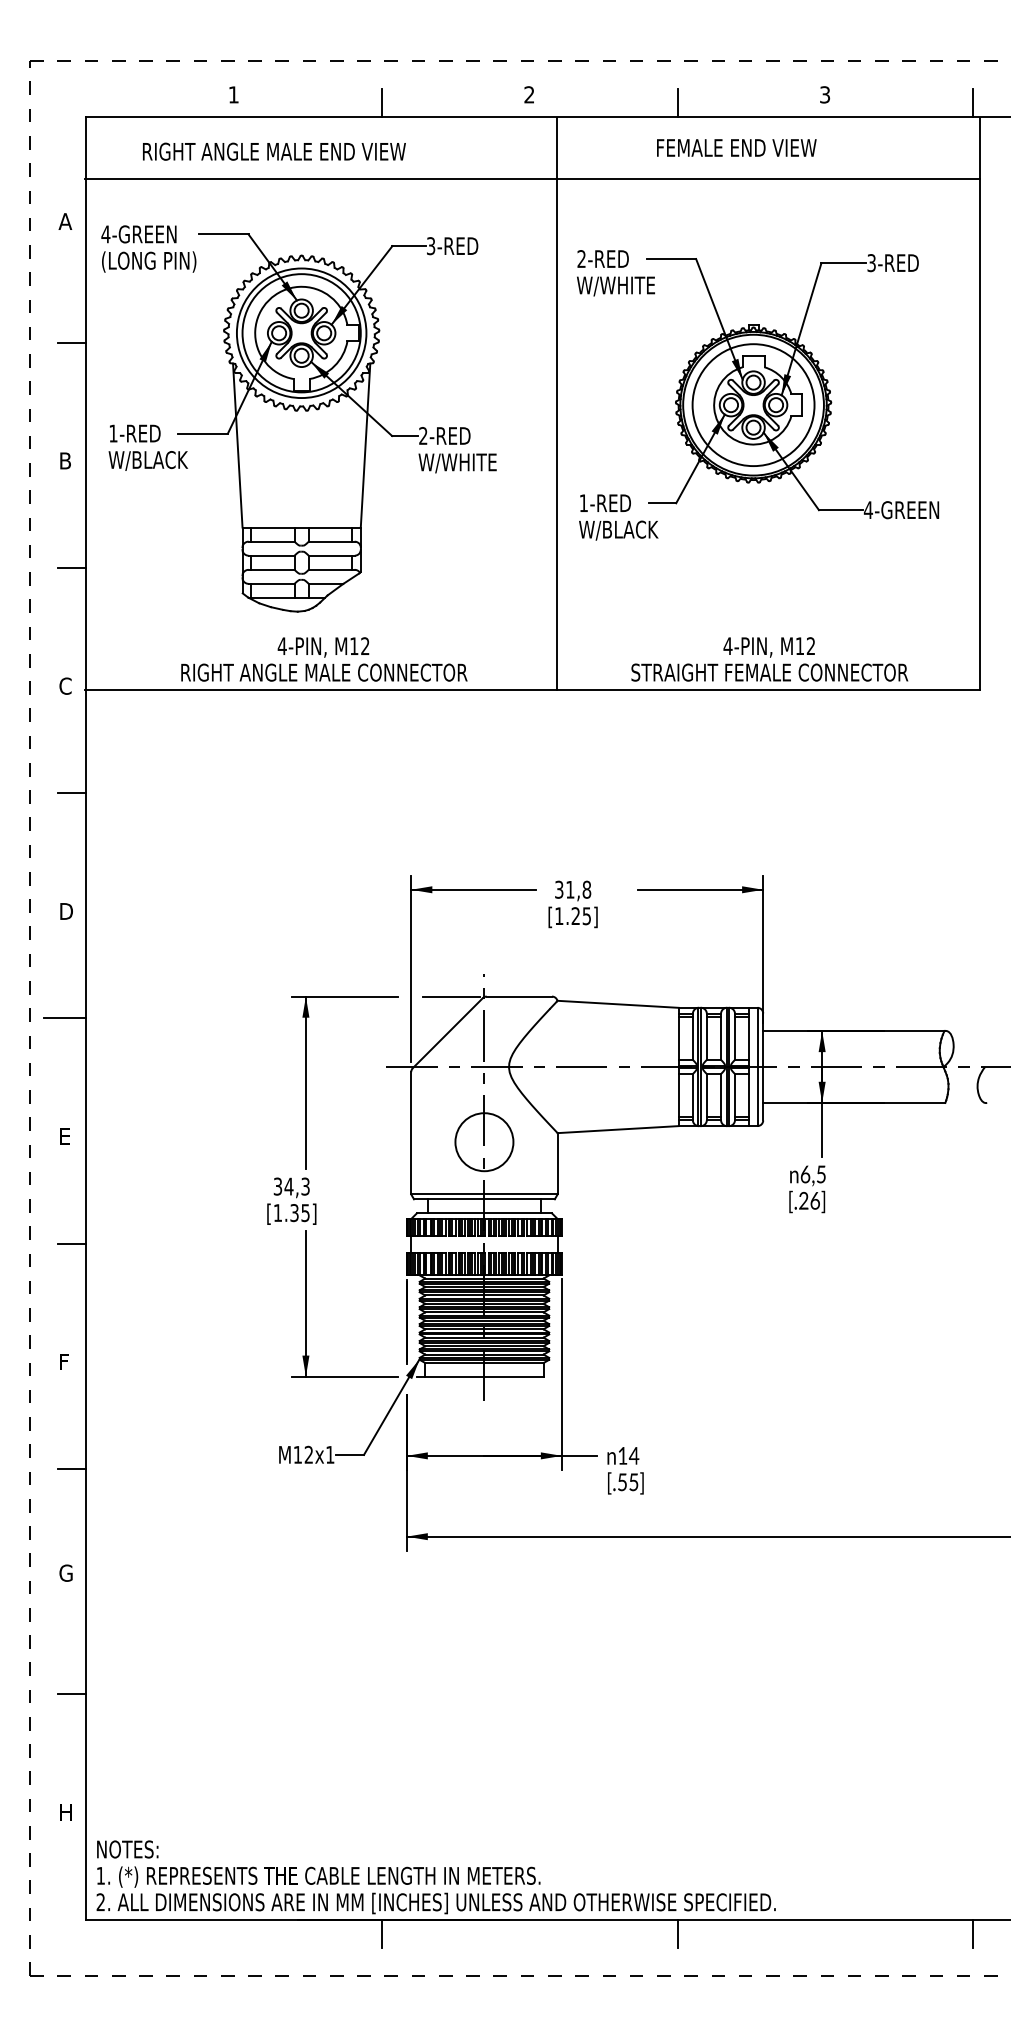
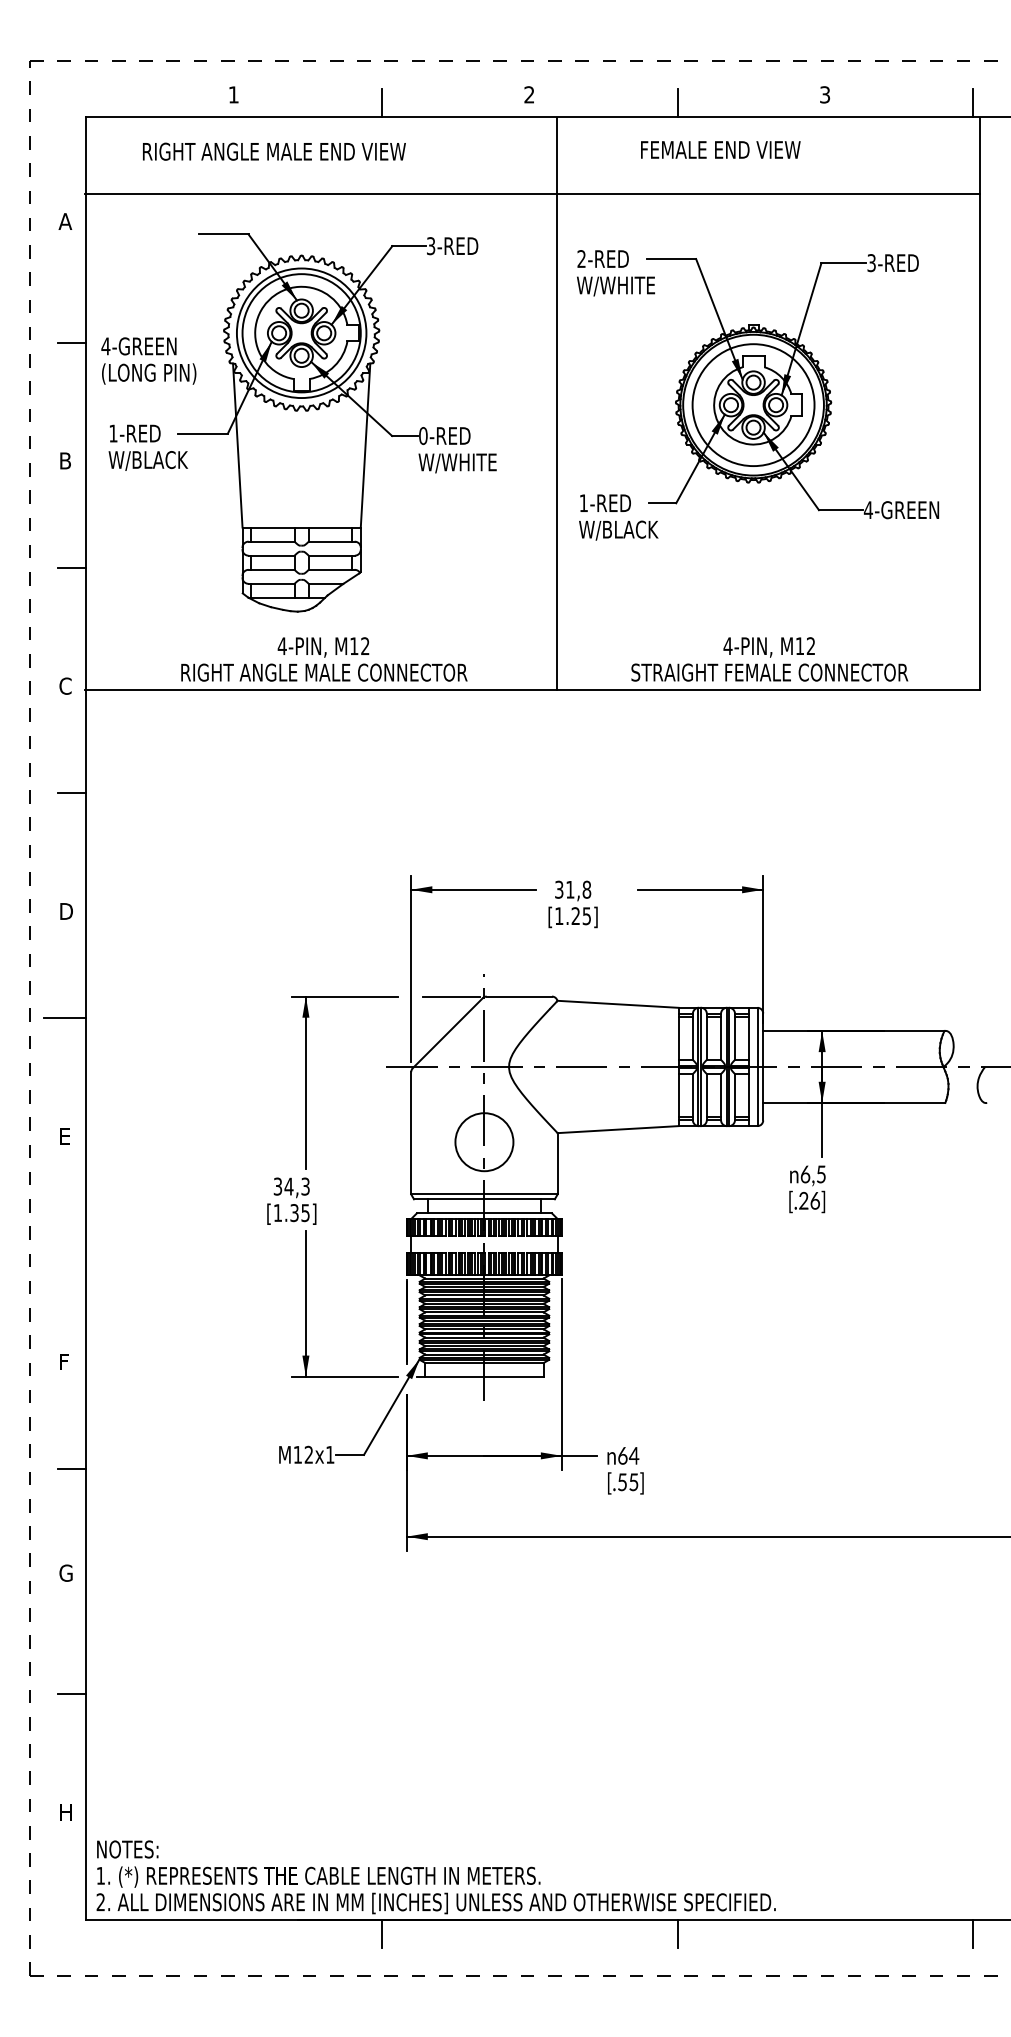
text at (736, 147) position: (736, 147) -> (720, 149)
line at (532, 178) position: (532, 178) -> (532, 193)
text at (148, 248) position: (148, 248) -> (148, 360)
text at (423, 436): 2-RED -> 0-RED
line at (72, 1243): present -> none
text at (622, 1455): 14 -> 64
